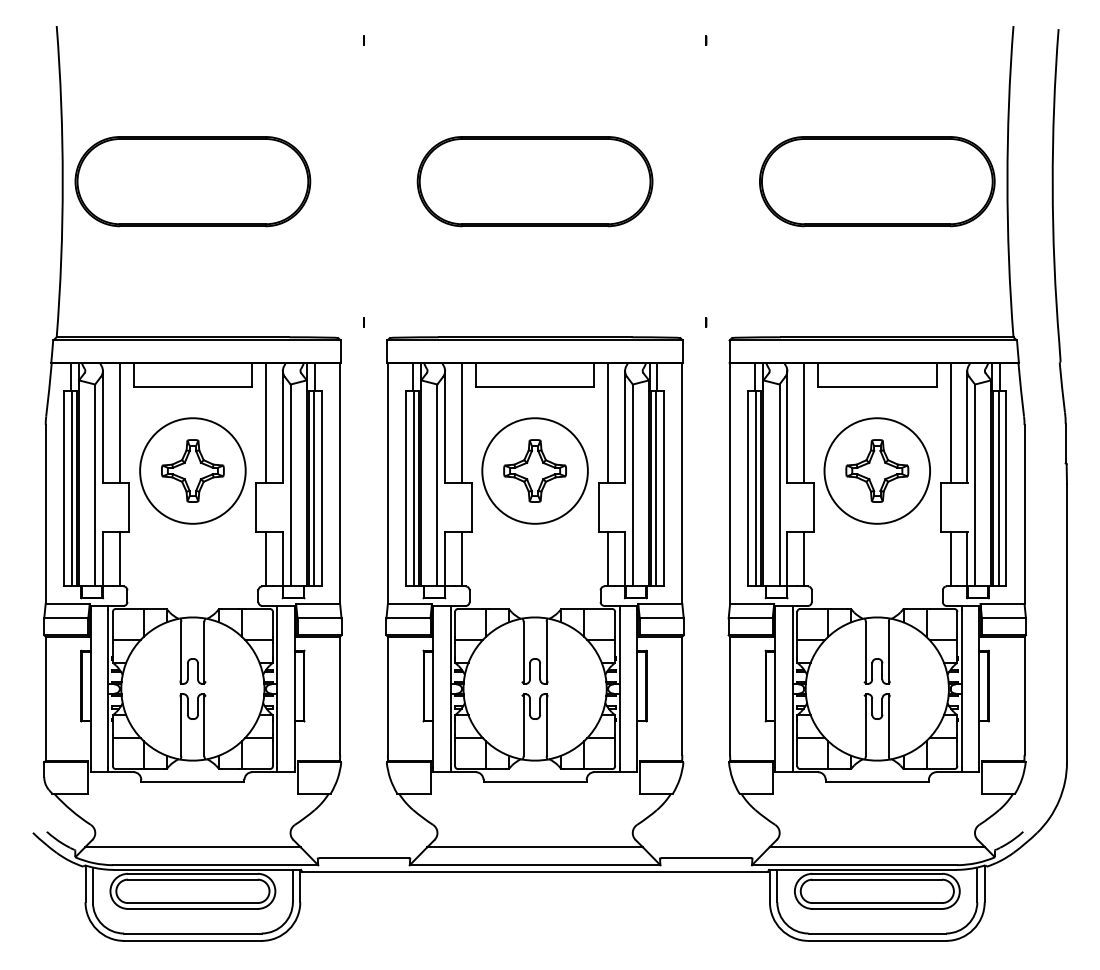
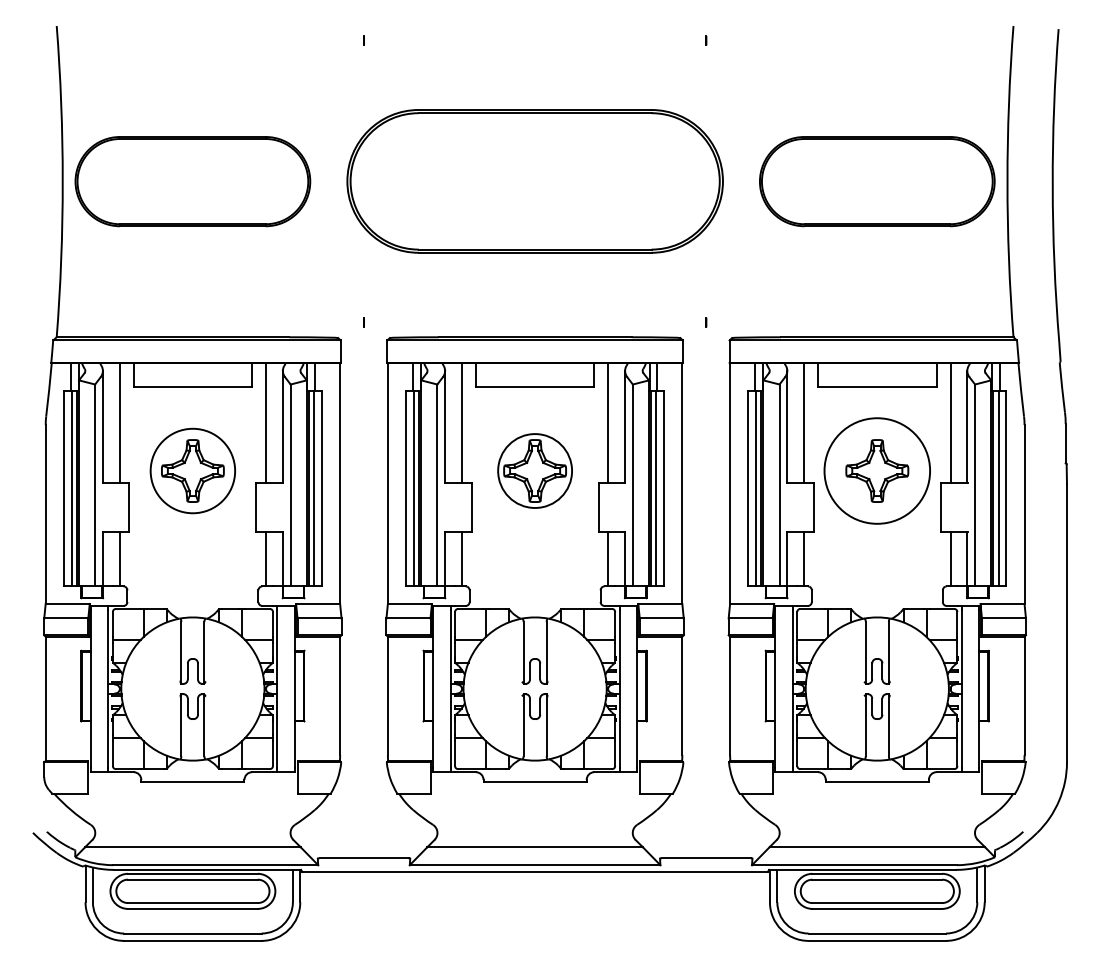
part at (534, 181) size: 238x92 px -> 378x145 px
circle at (192, 470) diameter: 106 px -> 84 px
circle at (534, 470) diameter: 106 px -> 74 px
